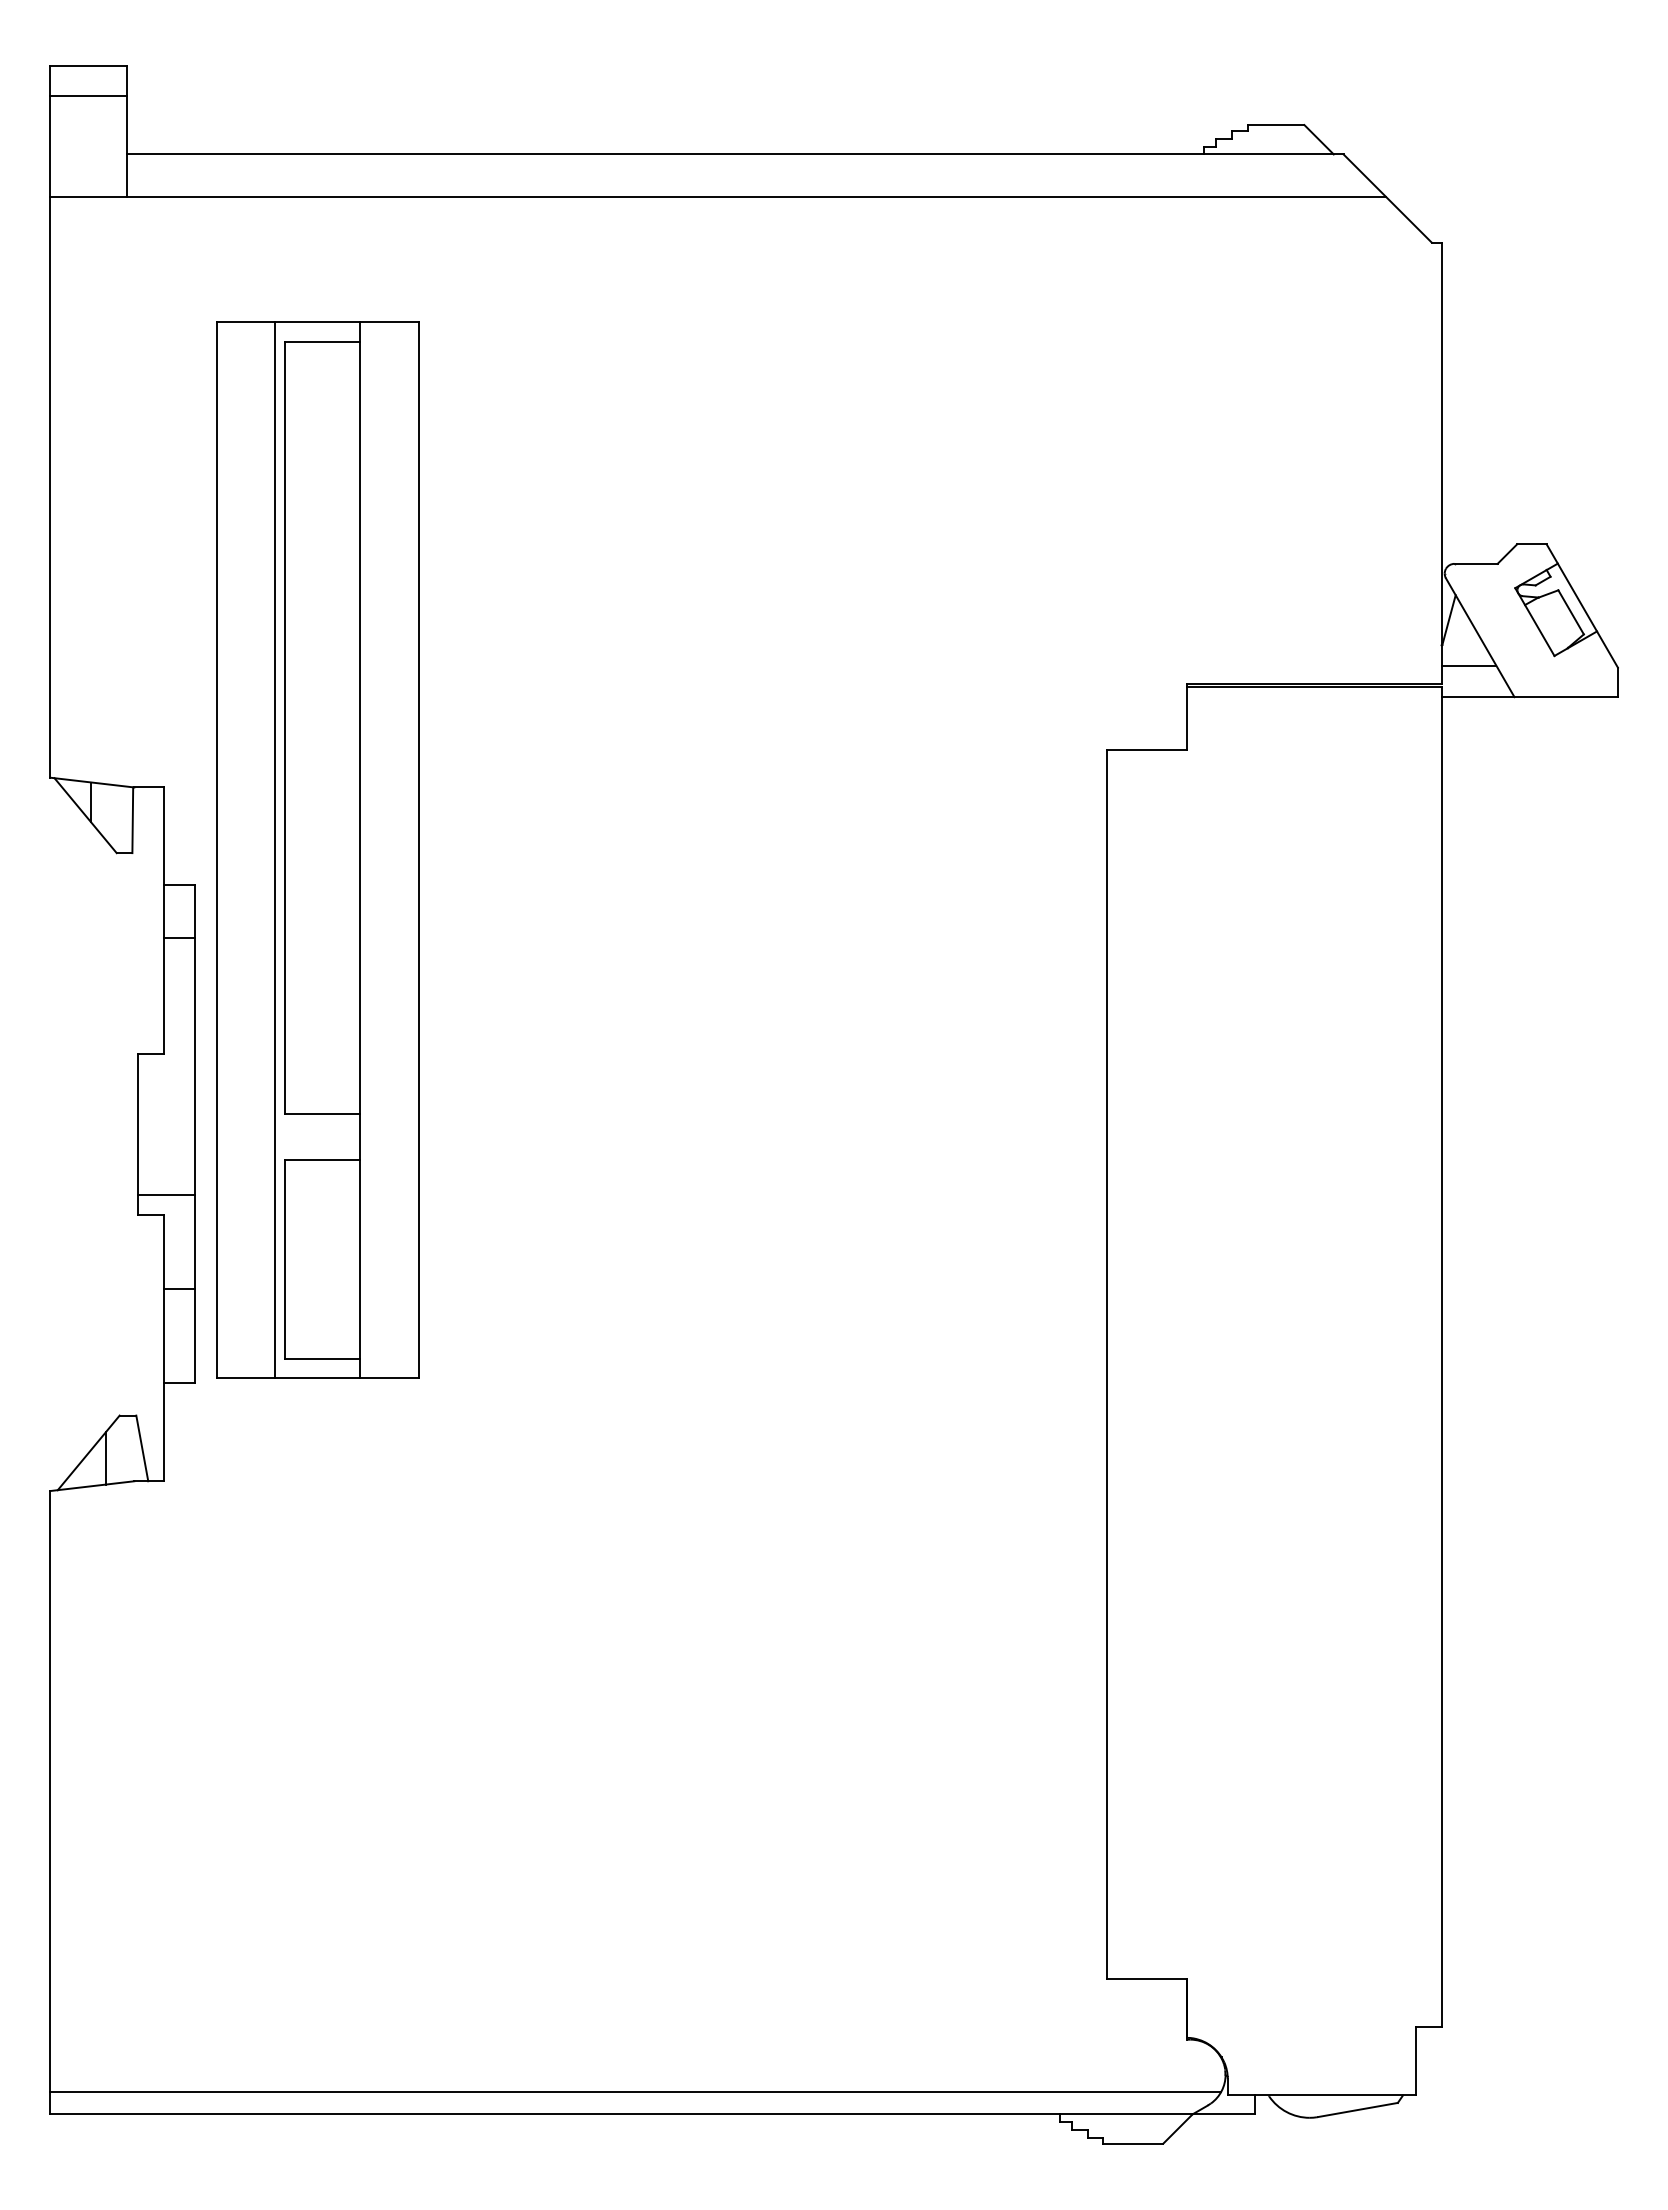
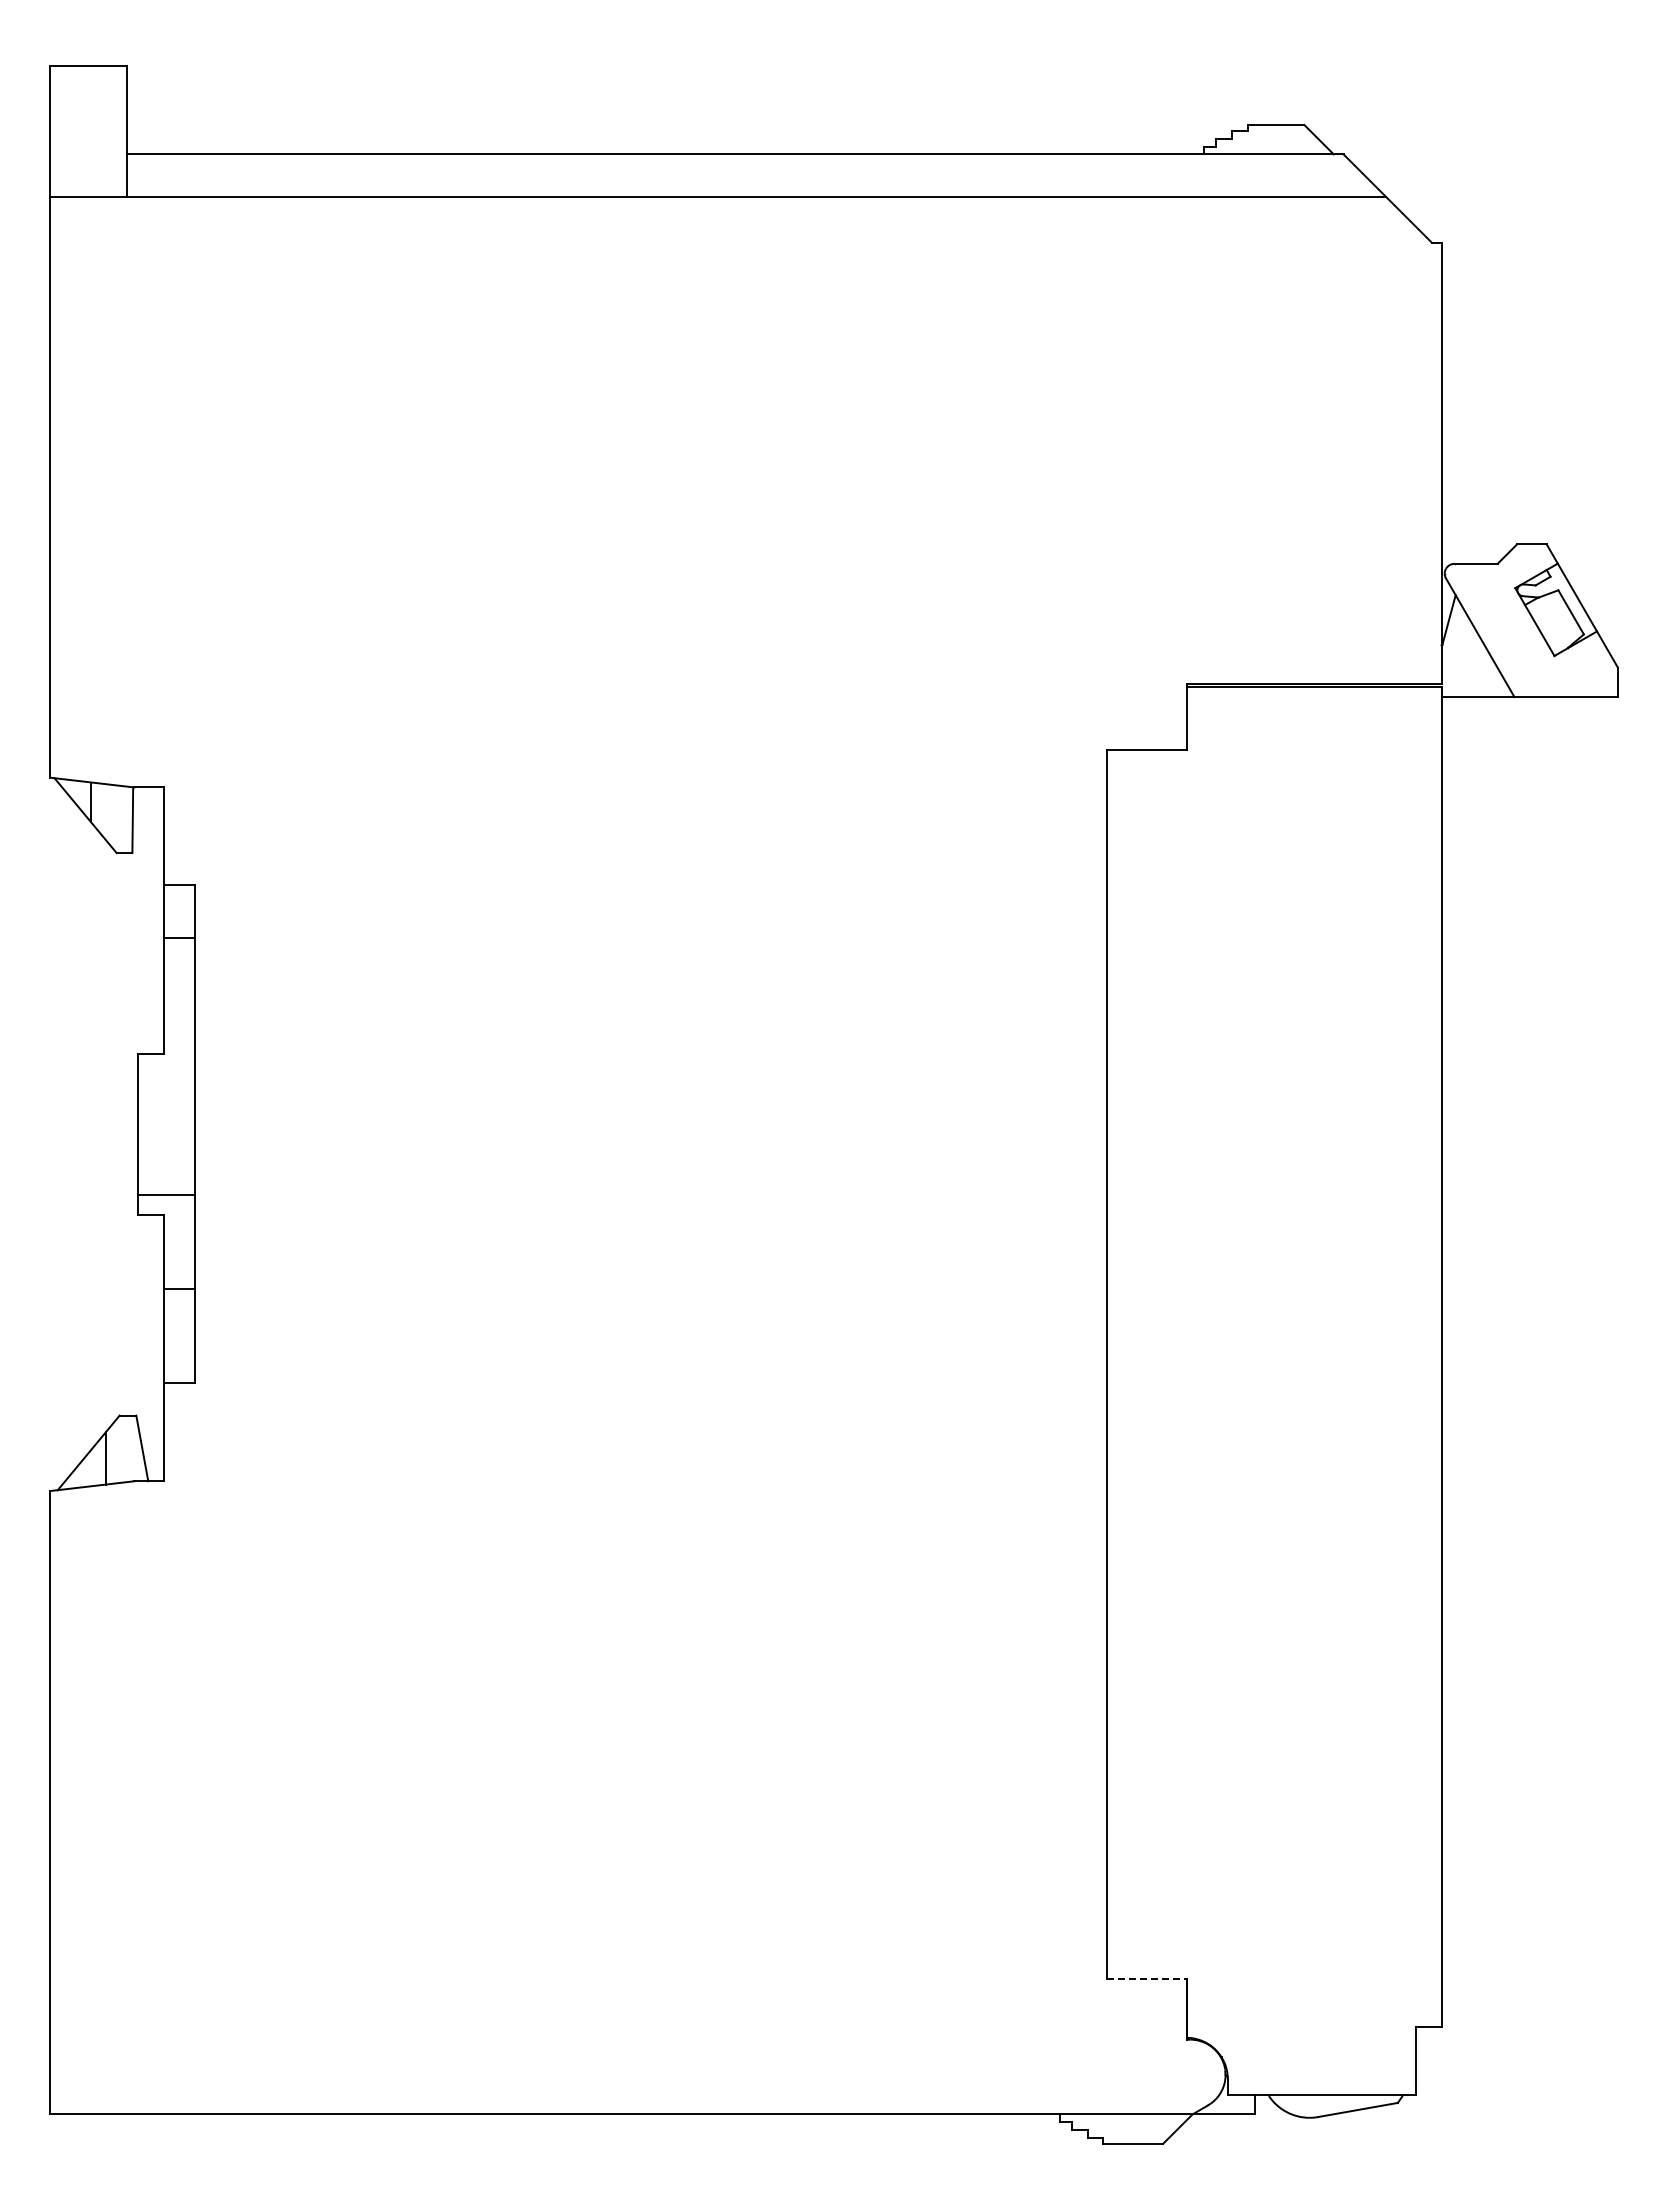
line at (88, 95): present -> none
line at (1468, 665): present -> none
part at (317, 849): present -> none
line at (1147, 1978): solid -> dashed
line at (635, 2091): present -> none
